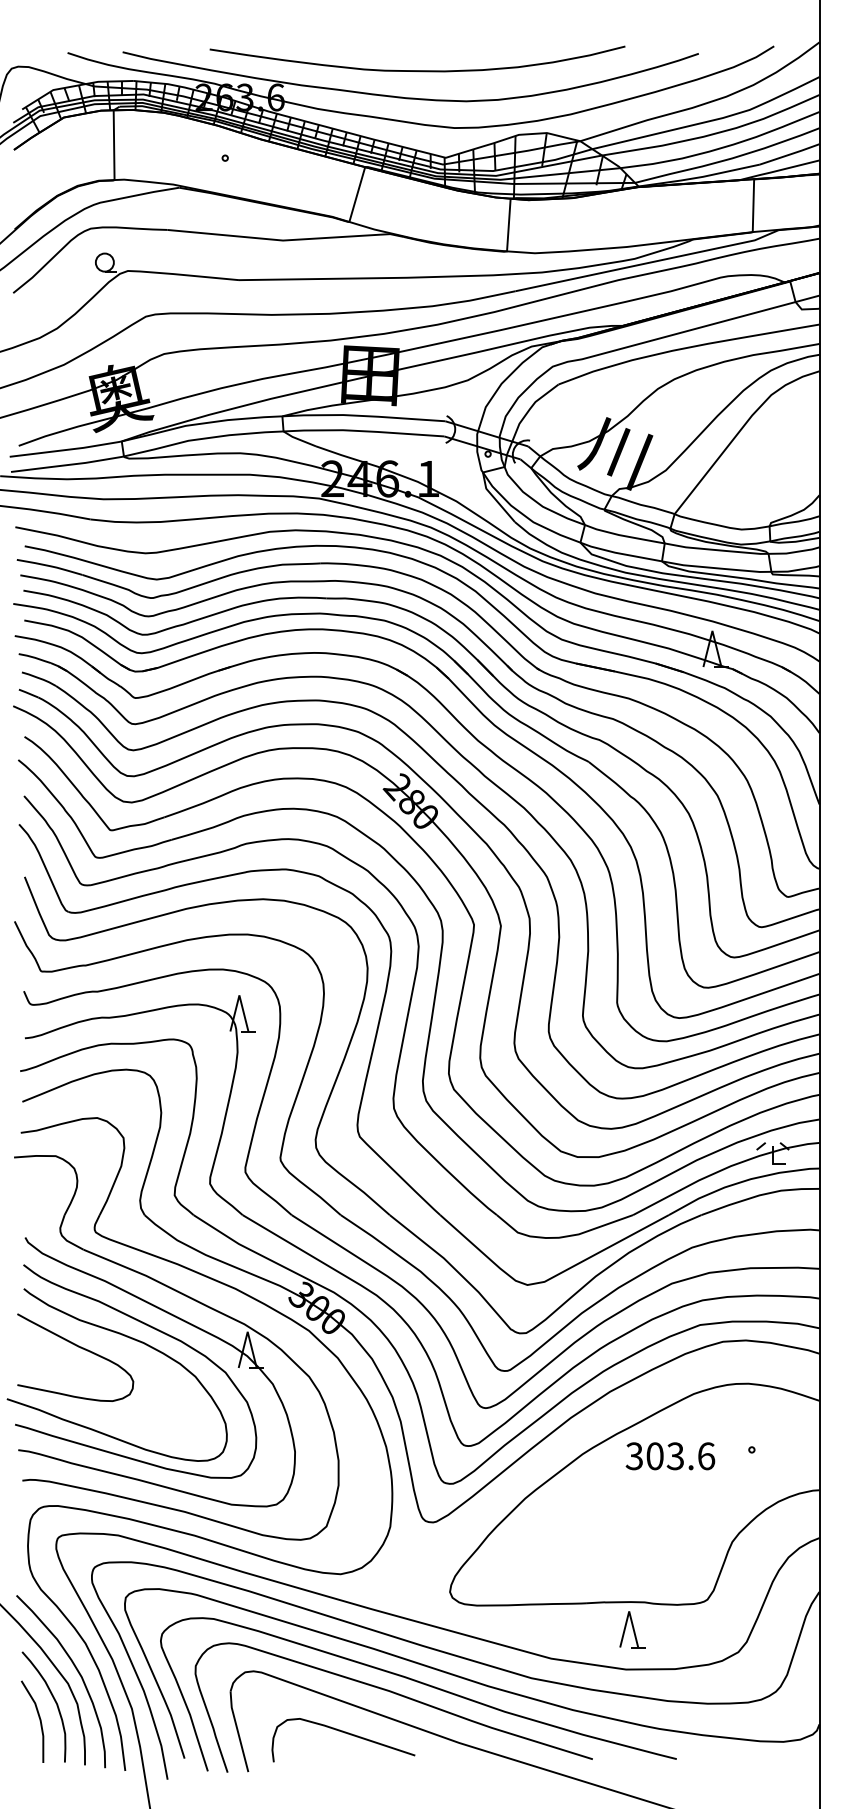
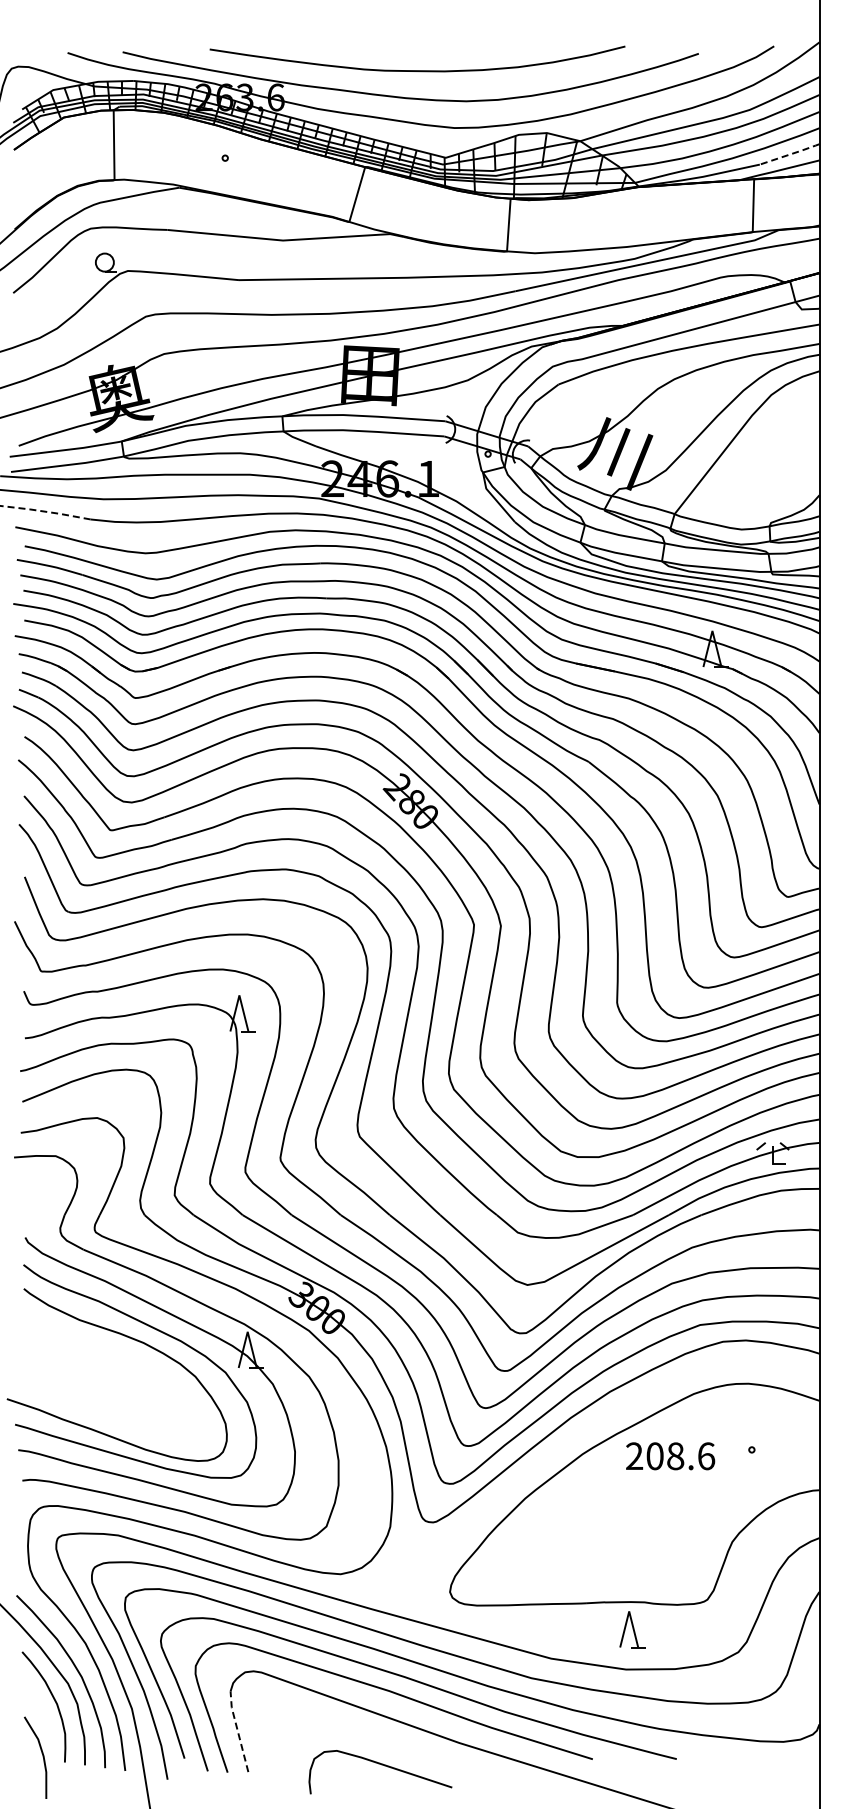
line at (790, 154): solid -> dashed
line at (45, 511): solid -> dashed
curve at (80, 1348): present -> none
text at (654, 1456): 303.6 -> 208.6
line at (39, 1721) position: (39, 1721) -> (42, 1757)
line at (237, 1730): solid -> dashed
curve at (344, 1733) position: (344, 1733) -> (381, 1765)
